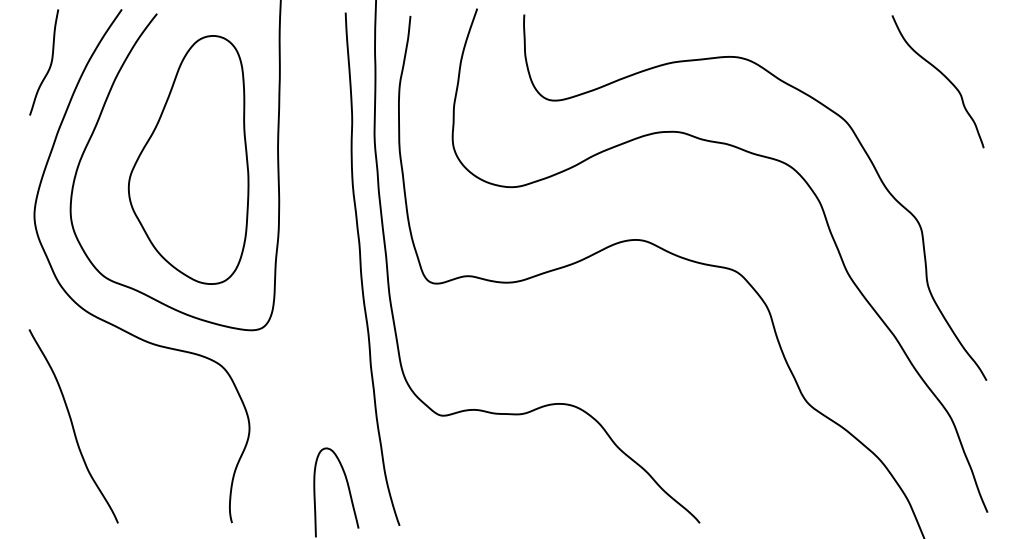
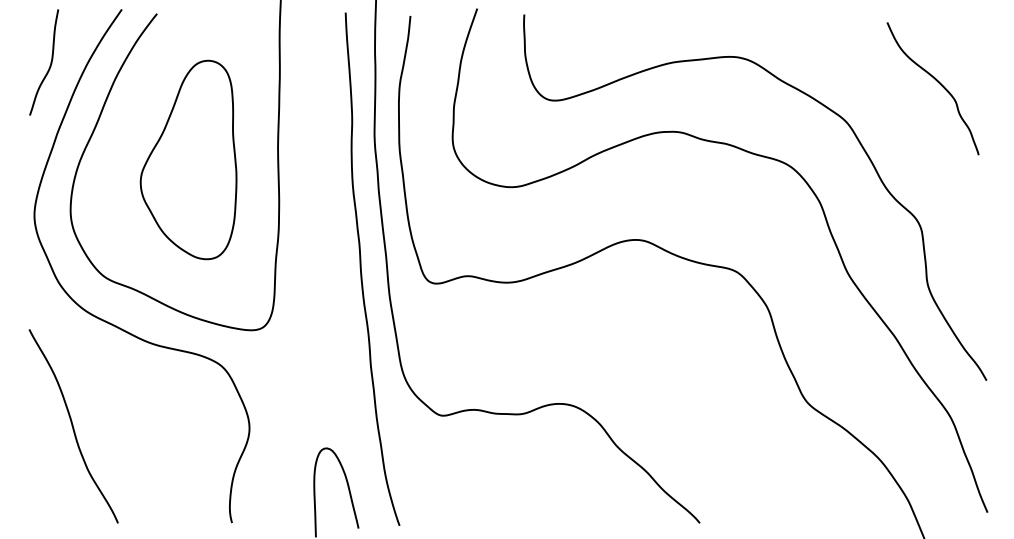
curve at (942, 75) position: (942, 75) -> (937, 82)
part at (188, 159) size: 123x250 px -> 99x202 px
